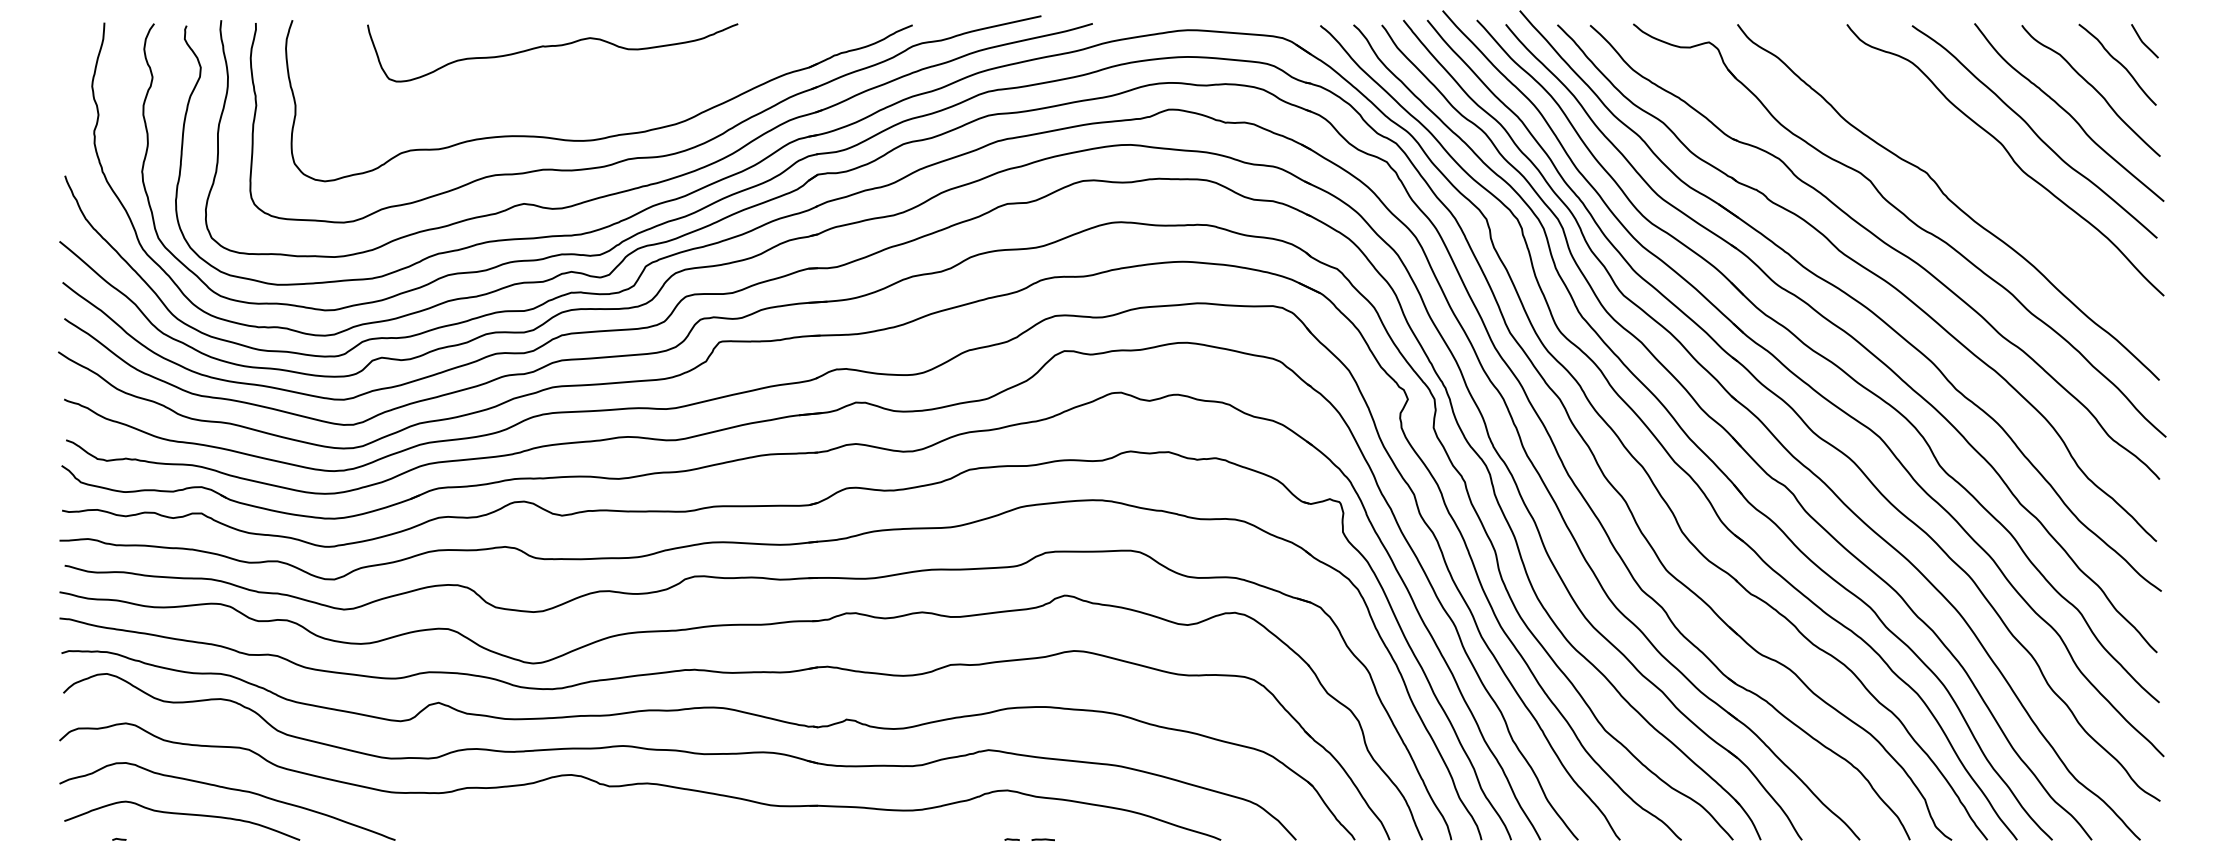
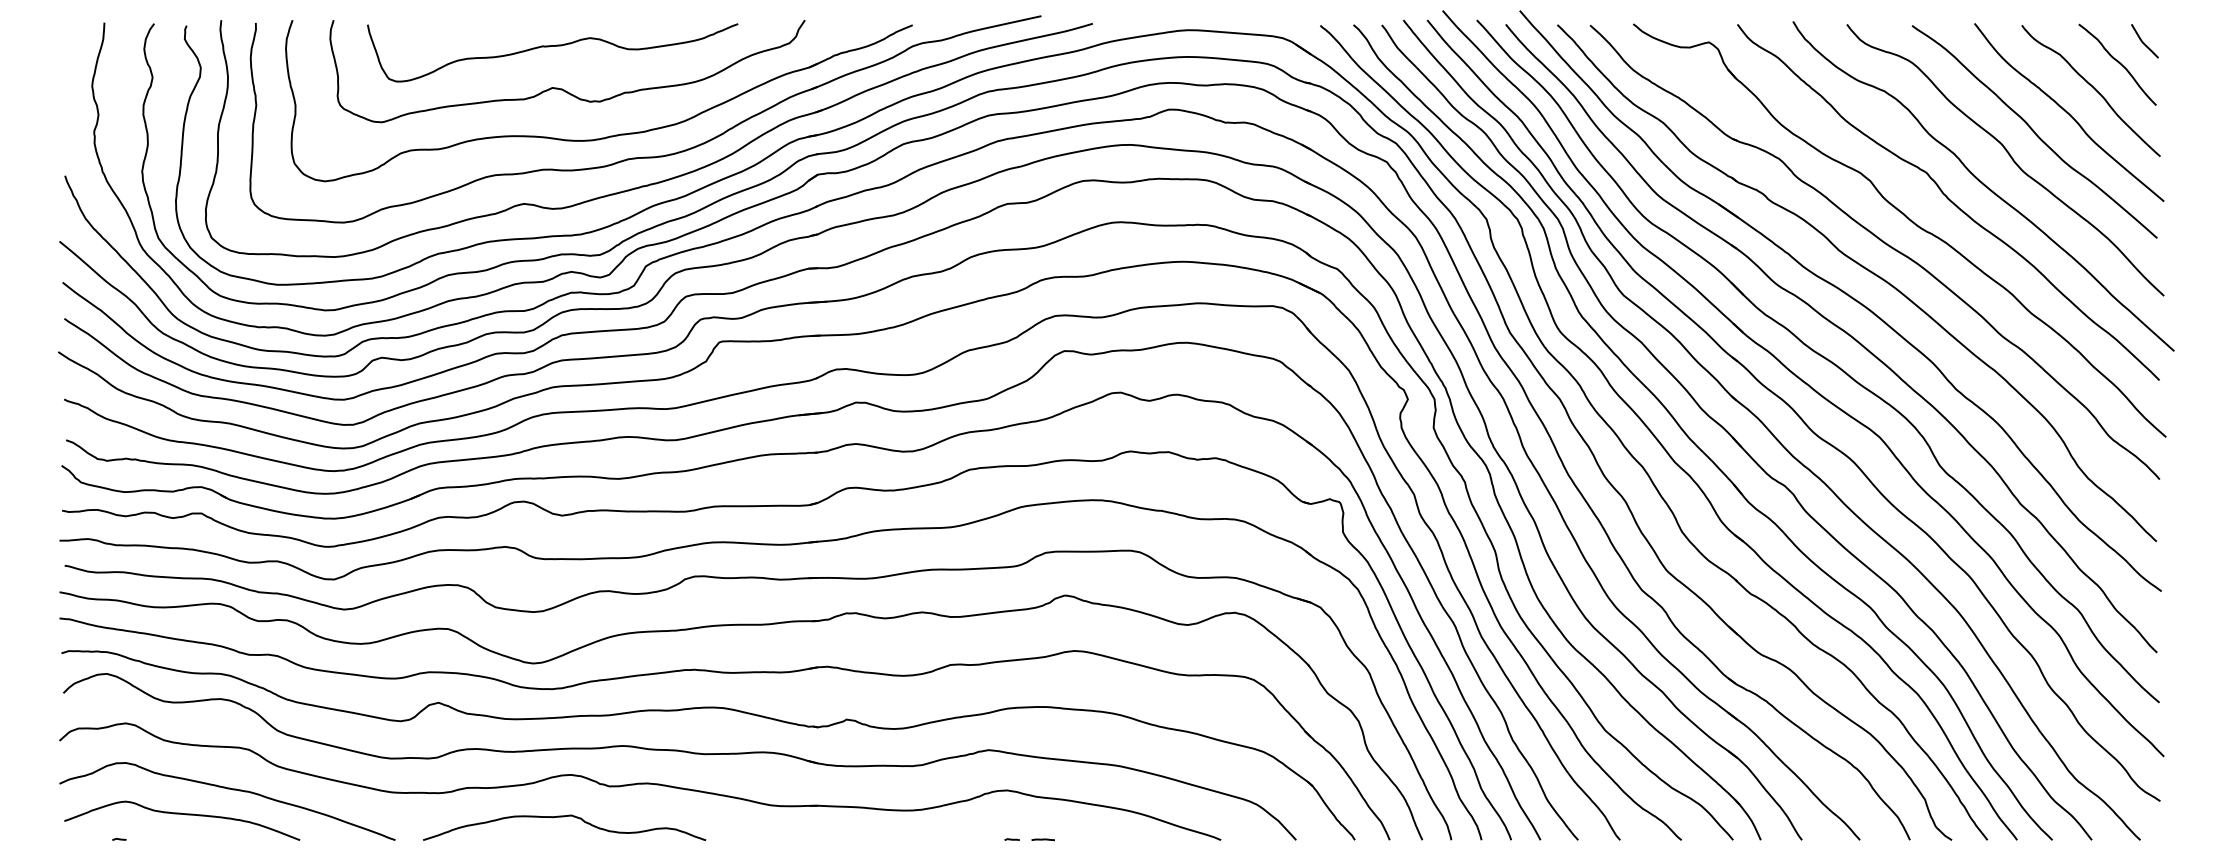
curve at (562, 88): none -> present
curve at (1983, 185): none -> present
curve at (564, 817): none -> present
